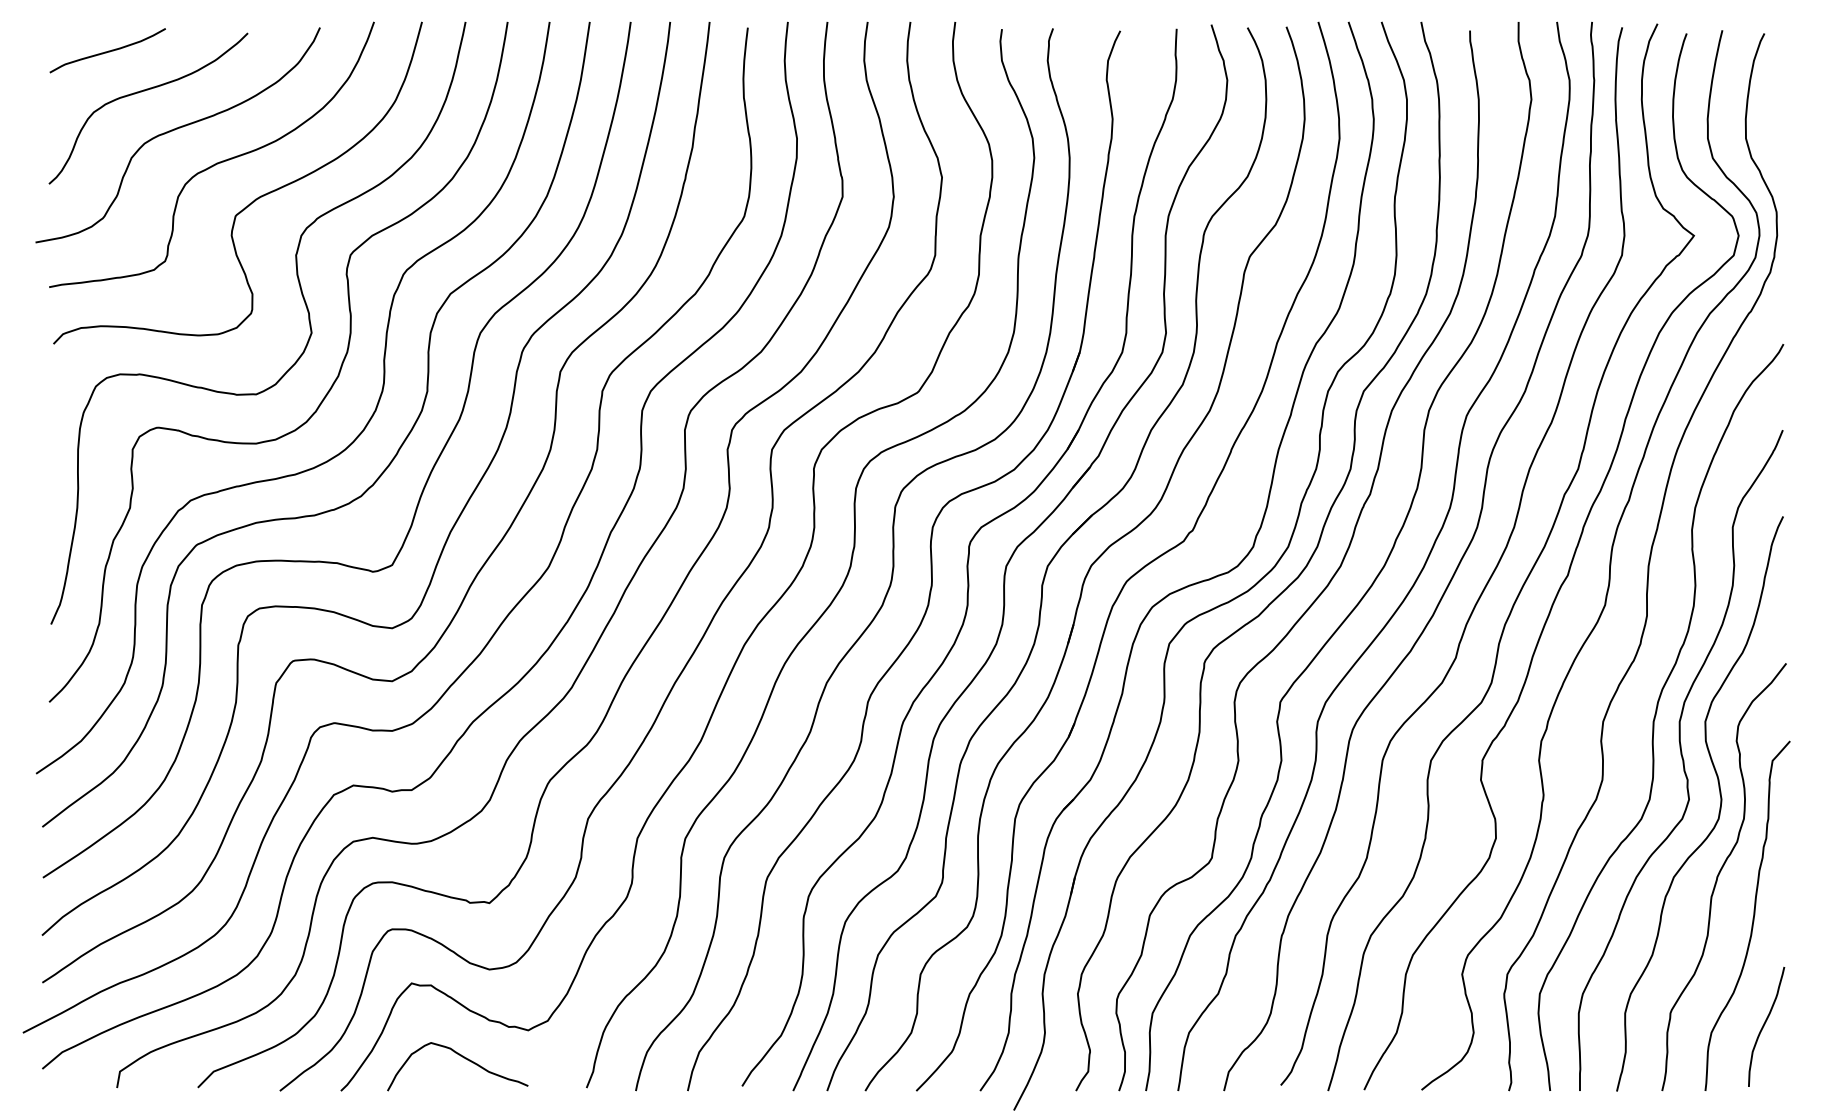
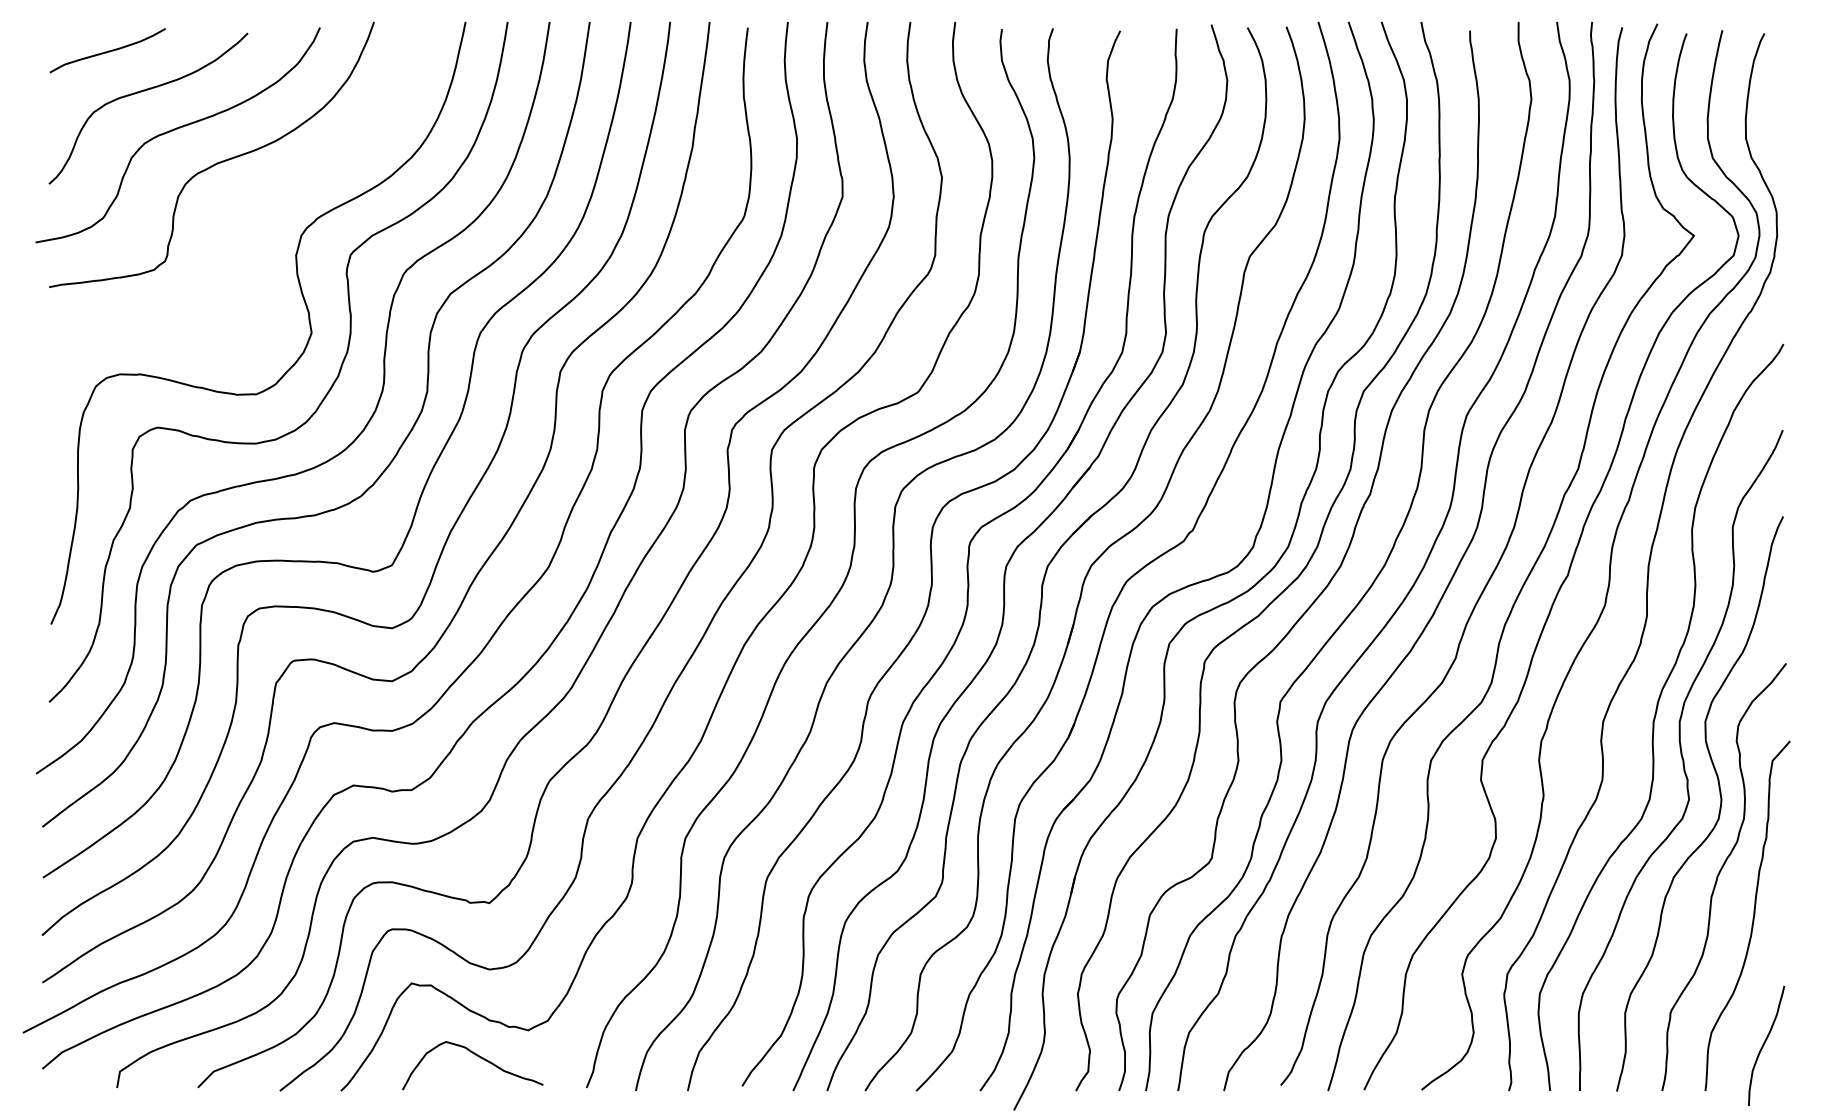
curve at (250, 202): present -> none
curve at (1764, 1026) position: (1764, 1026) -> (1764, 1045)
curve at (463, 1058) position: (463, 1058) -> (478, 1057)
